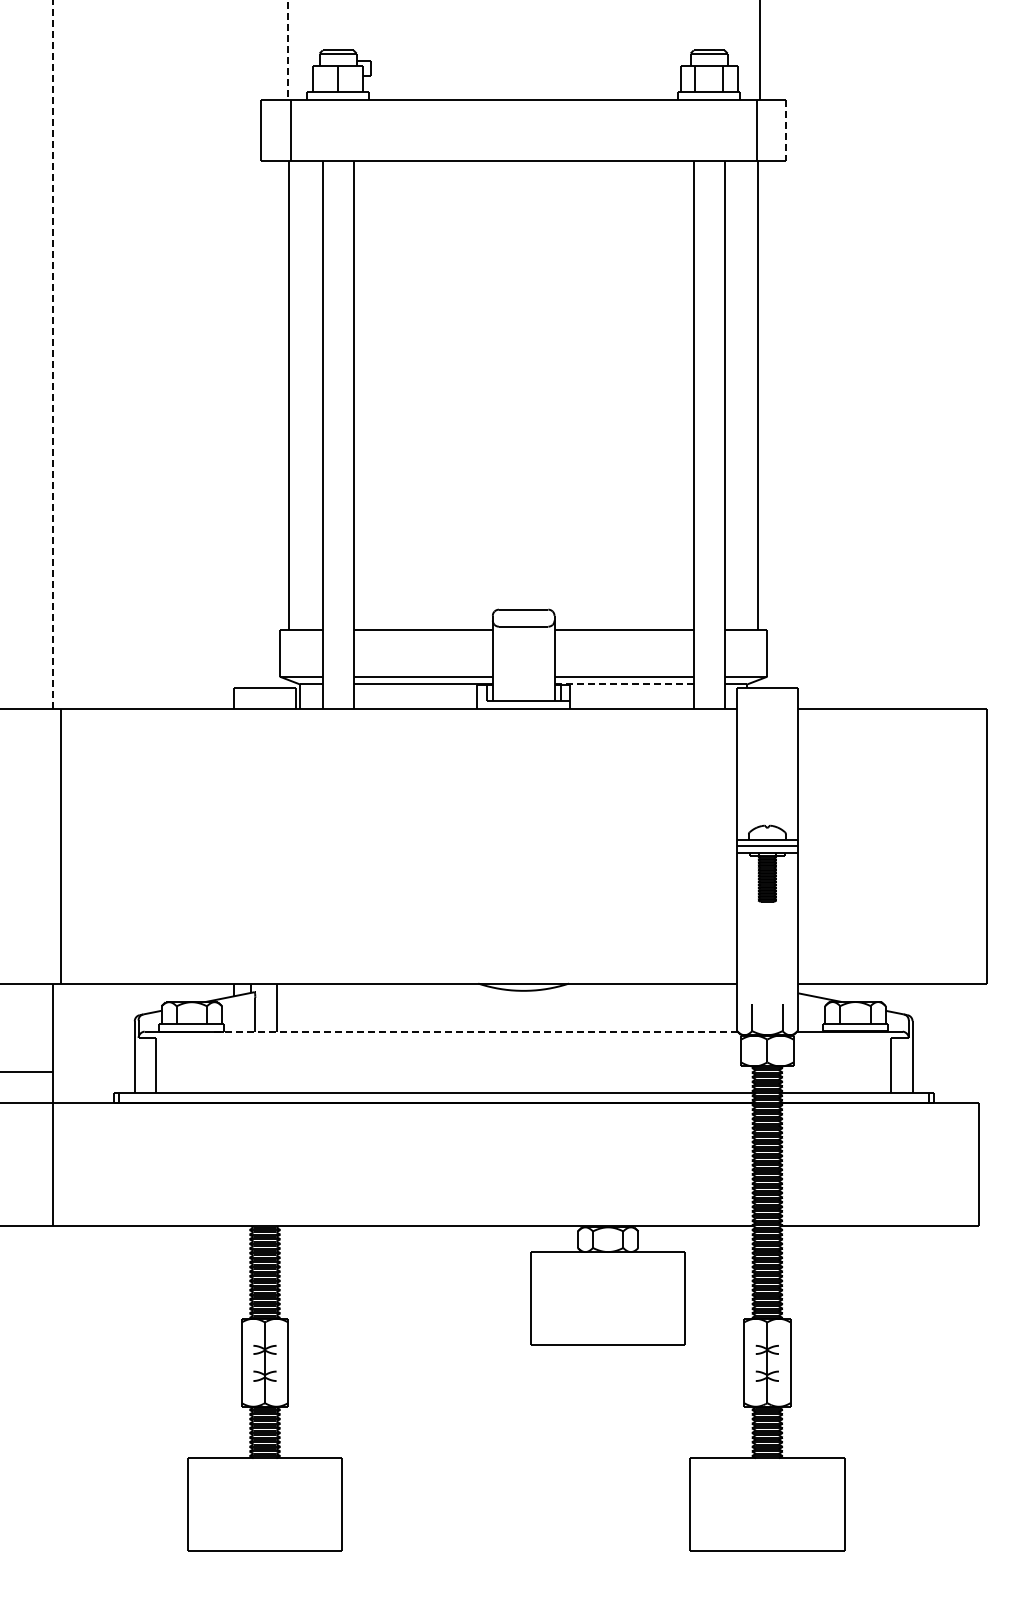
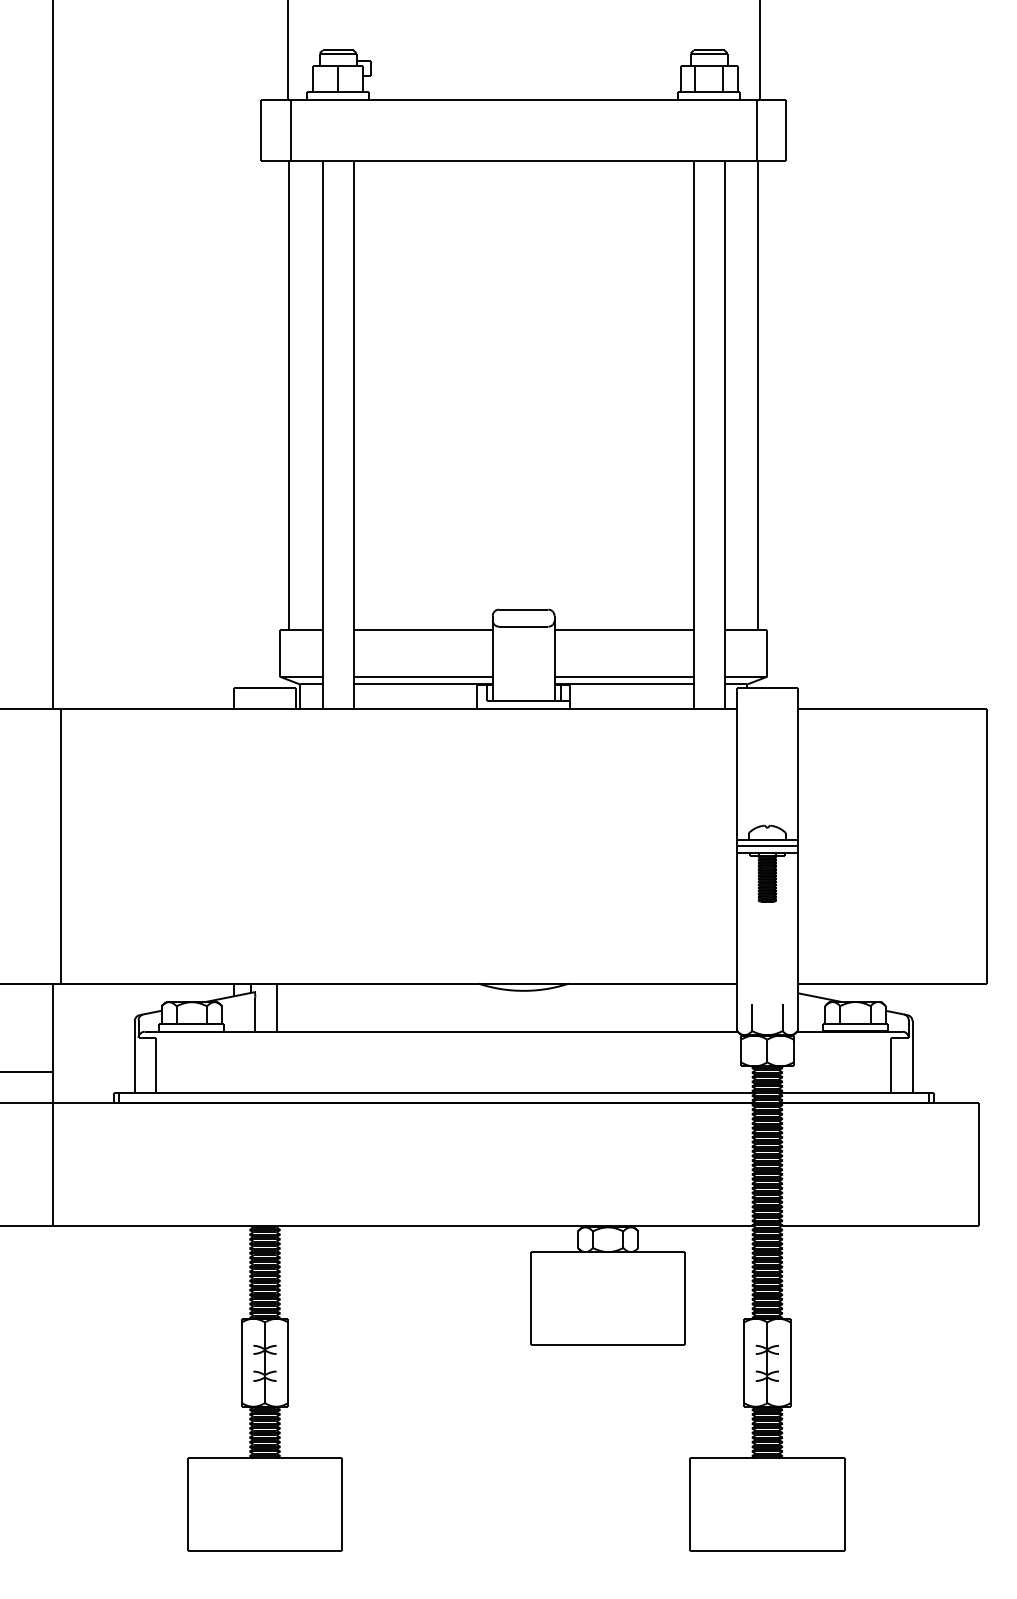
line at (287, 50): dashed -> solid
line at (786, 130): dashed -> solid
line at (52, 354): dashed -> solid
line at (624, 684): dashed -> solid
line at (473, 1031): dashed -> solid
